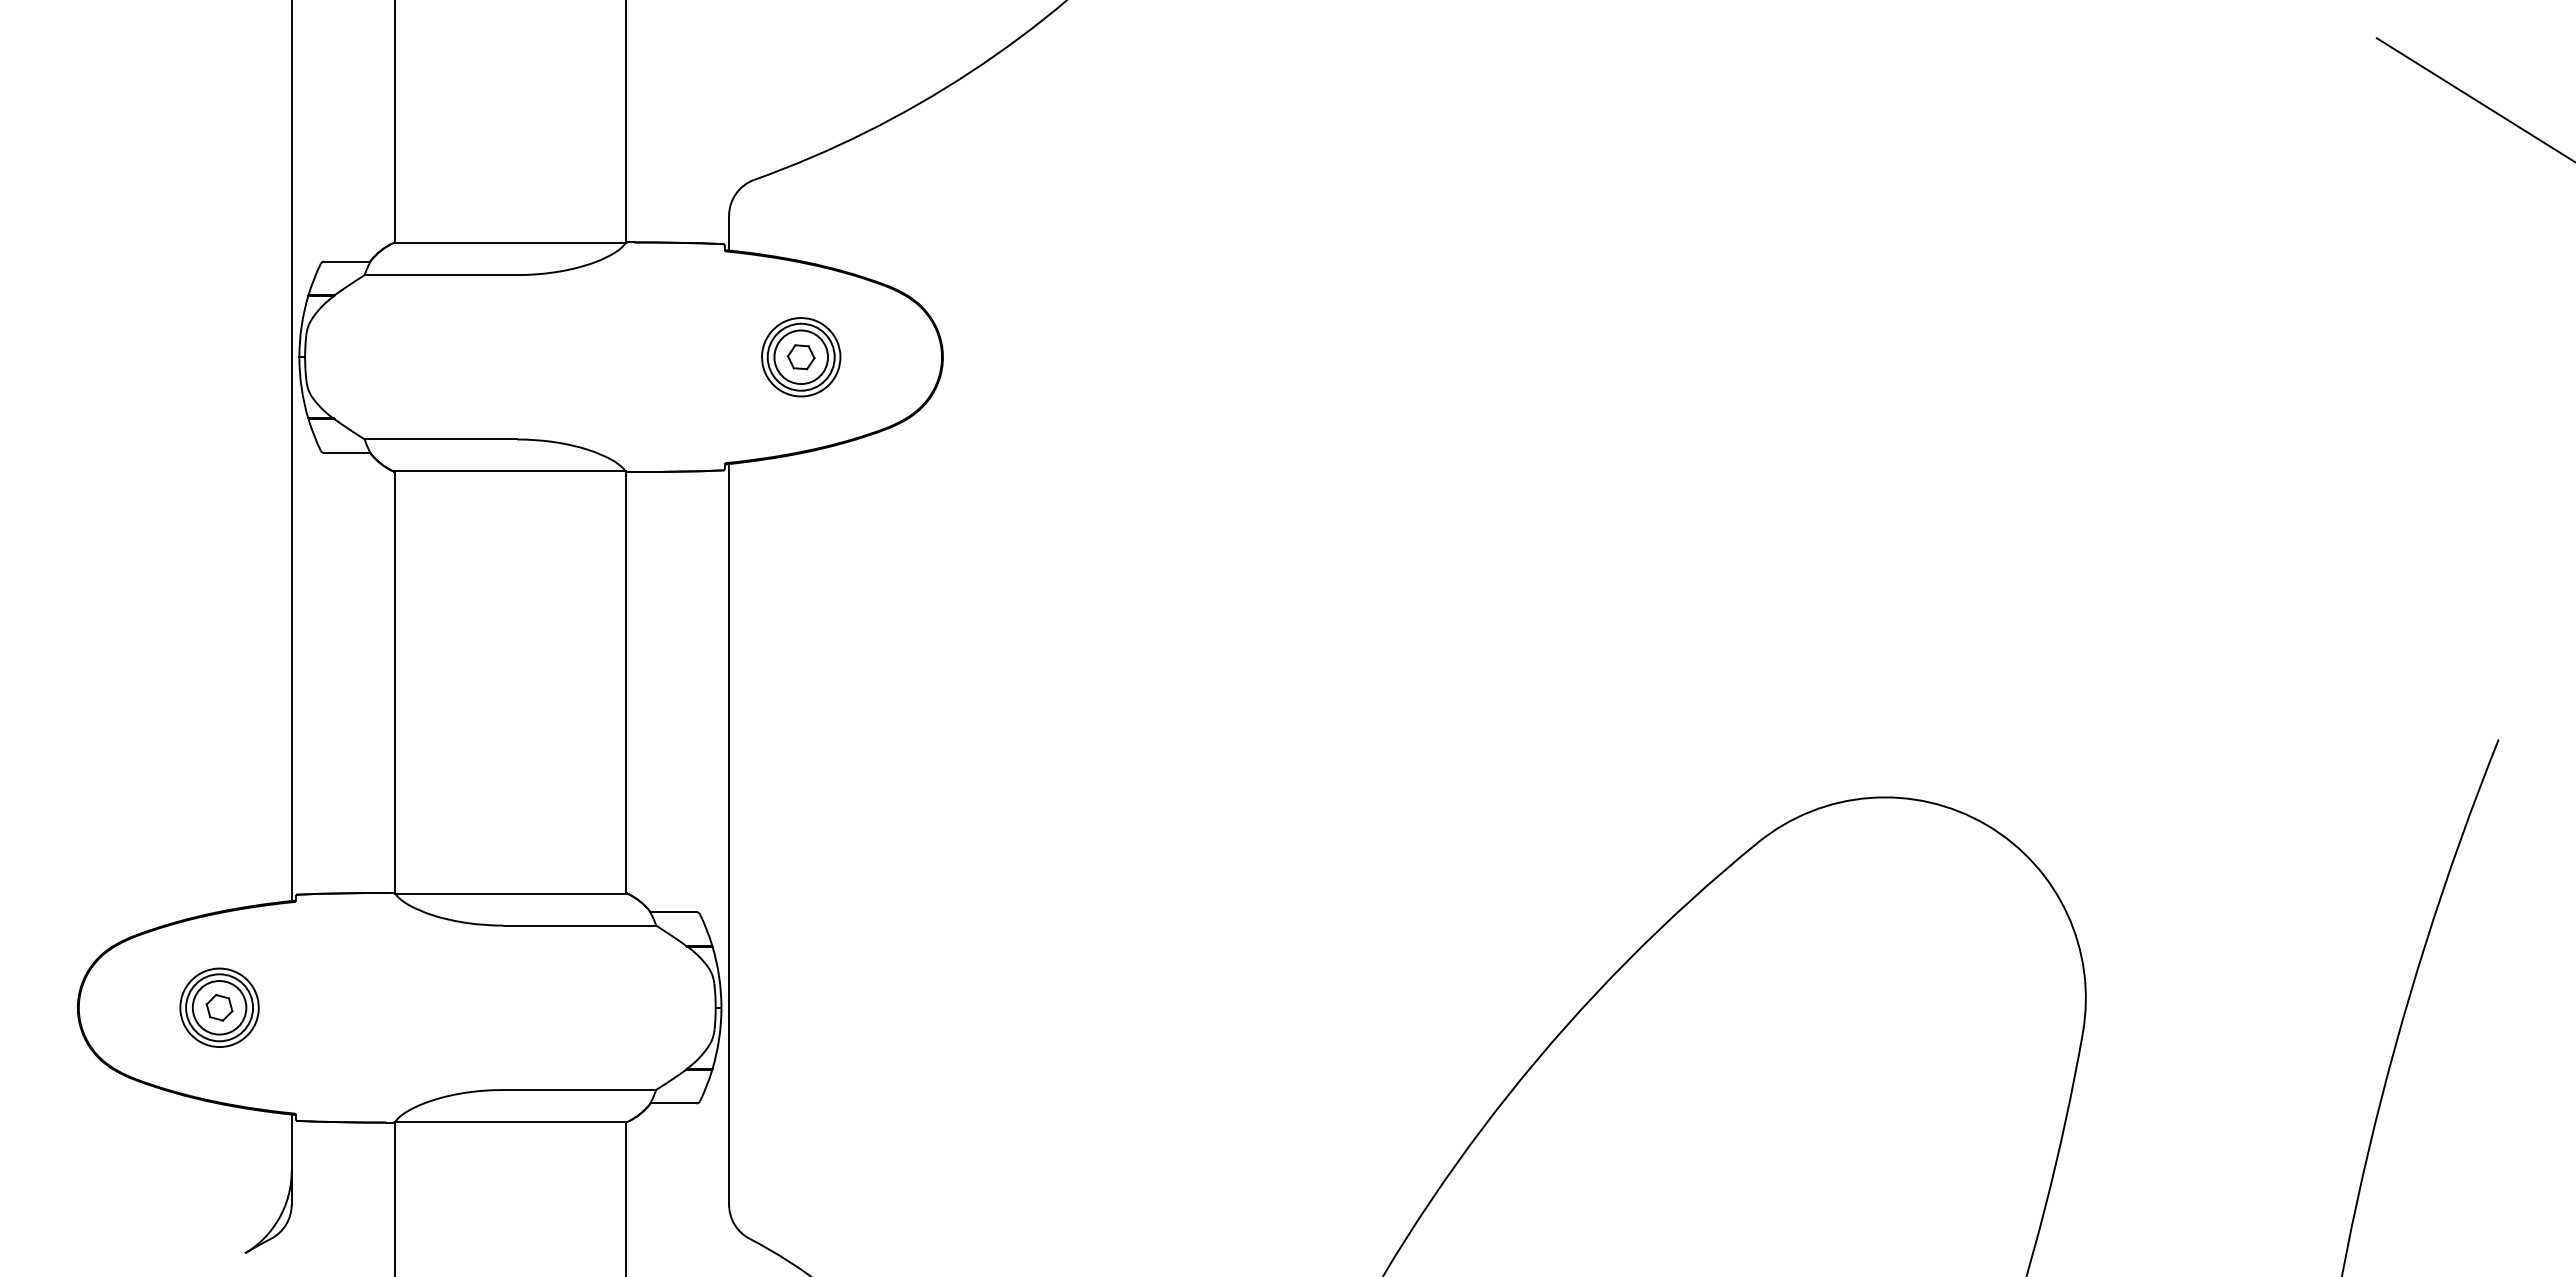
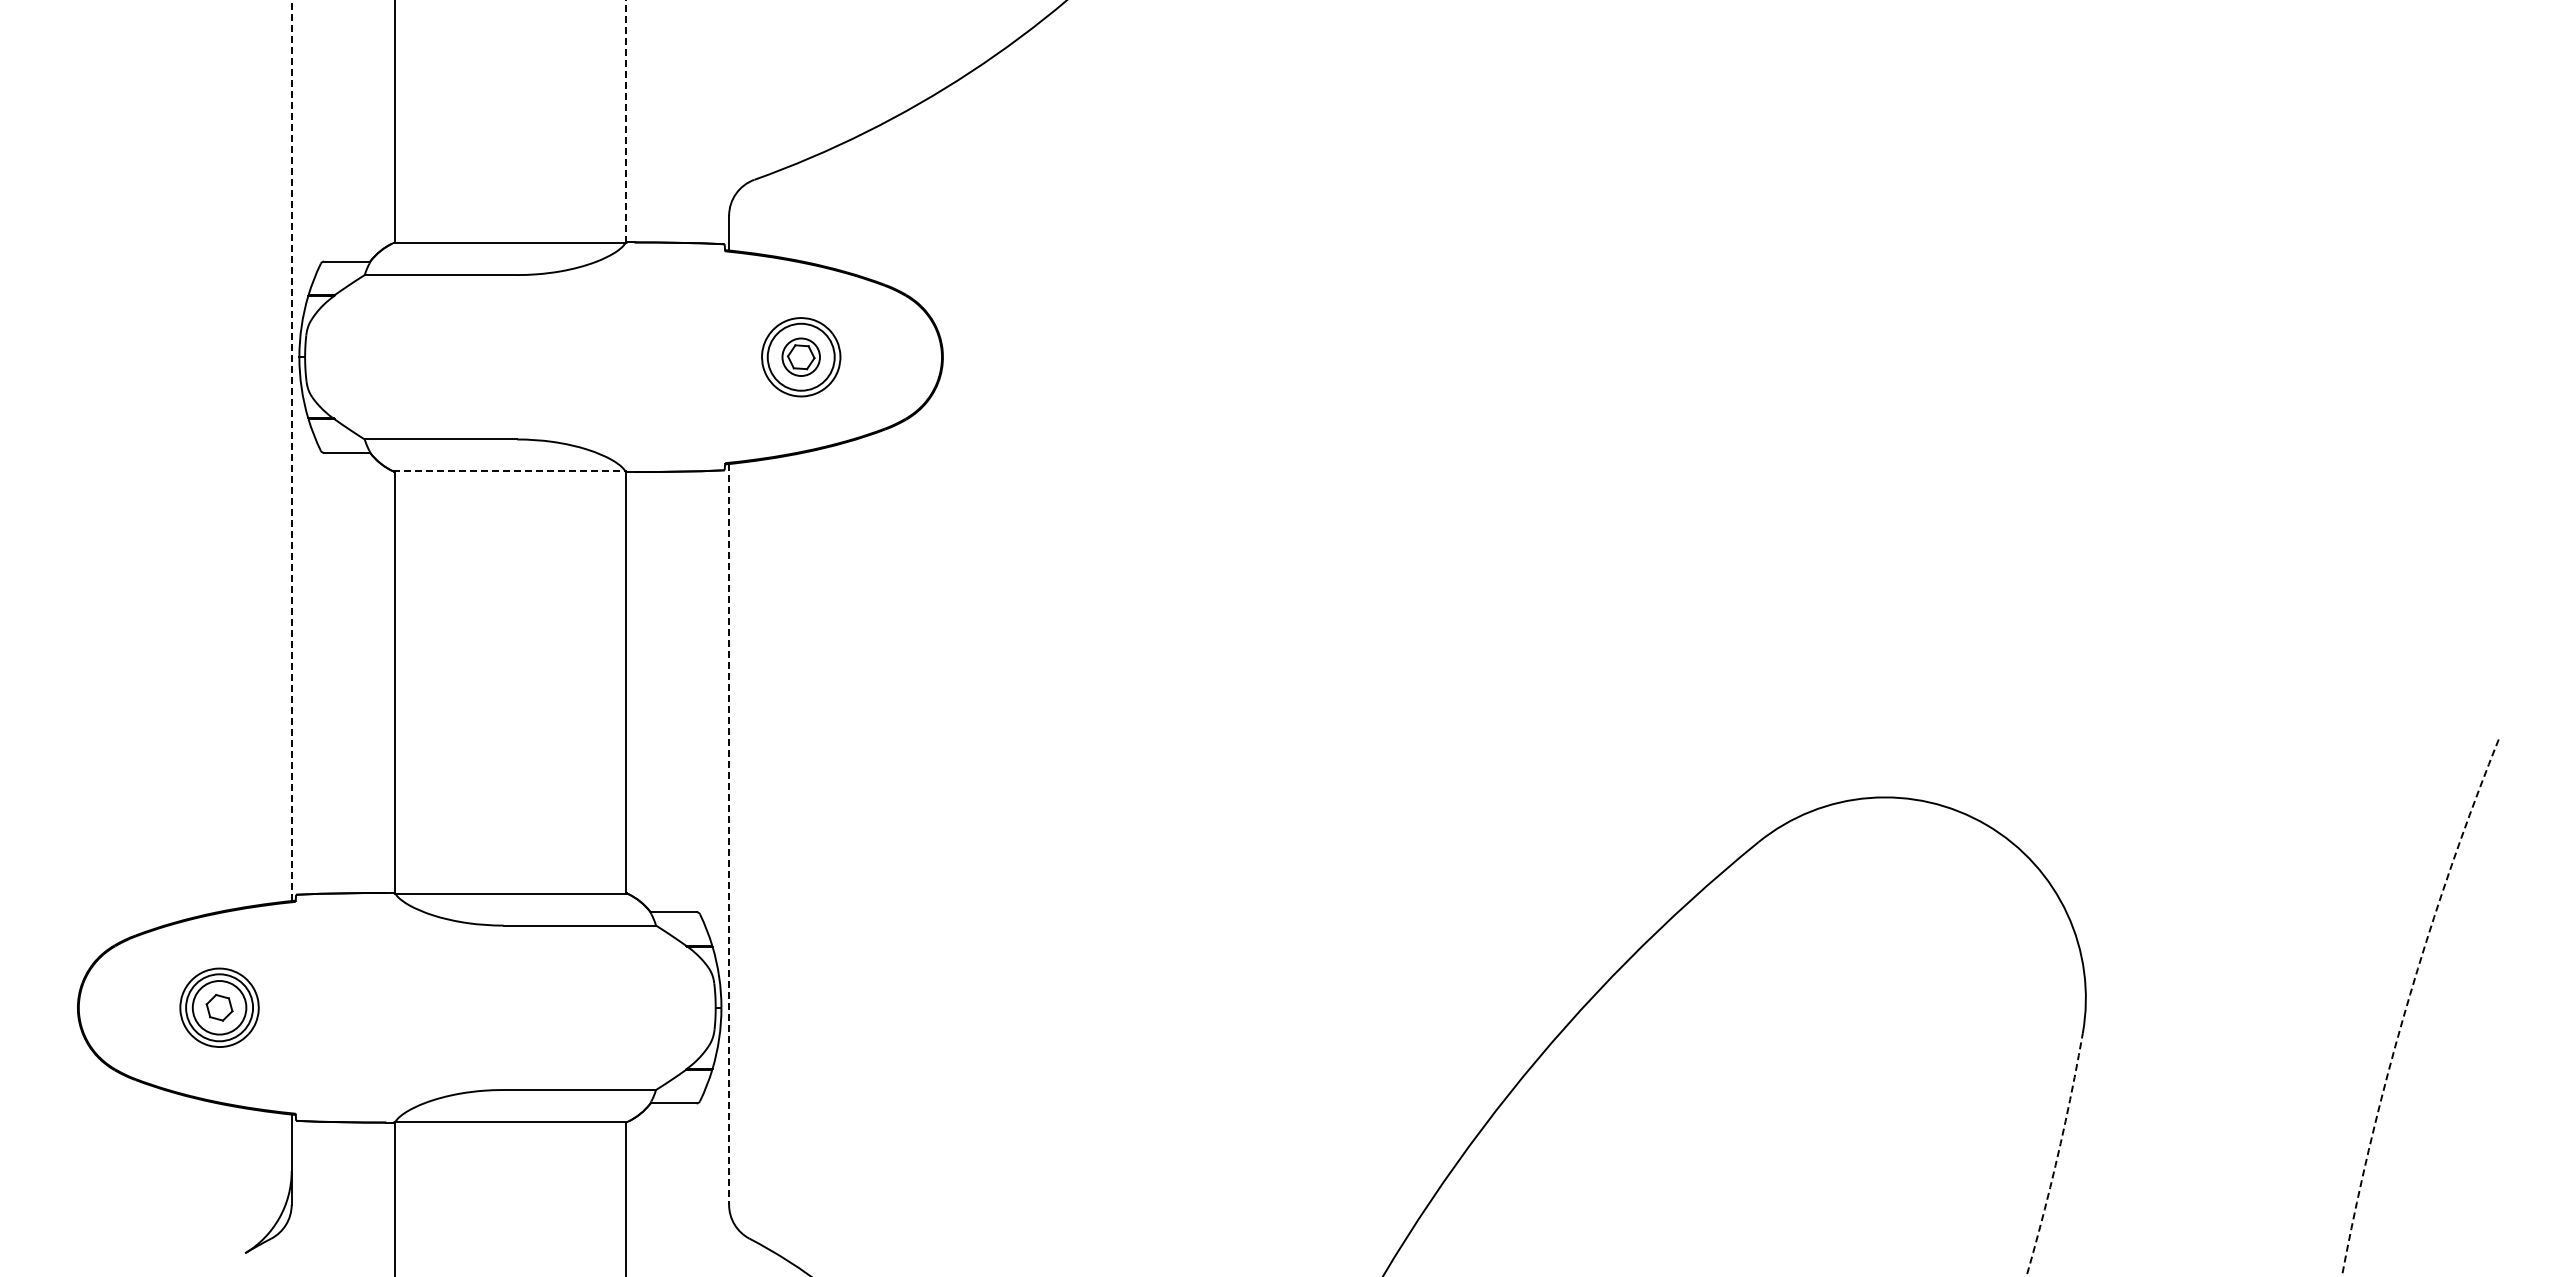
line at (2474, 99): present -> none
line at (625, 121): solid -> dashed
circle at (801, 357) diameter: 54 px -> 38 px
line at (291, 450): solid -> dashed
line at (508, 470): solid -> dashed
line at (729, 834): solid -> dashed
arc at (2407, 1003): solid -> dashed
arc at (2057, 1155): solid -> dashed
